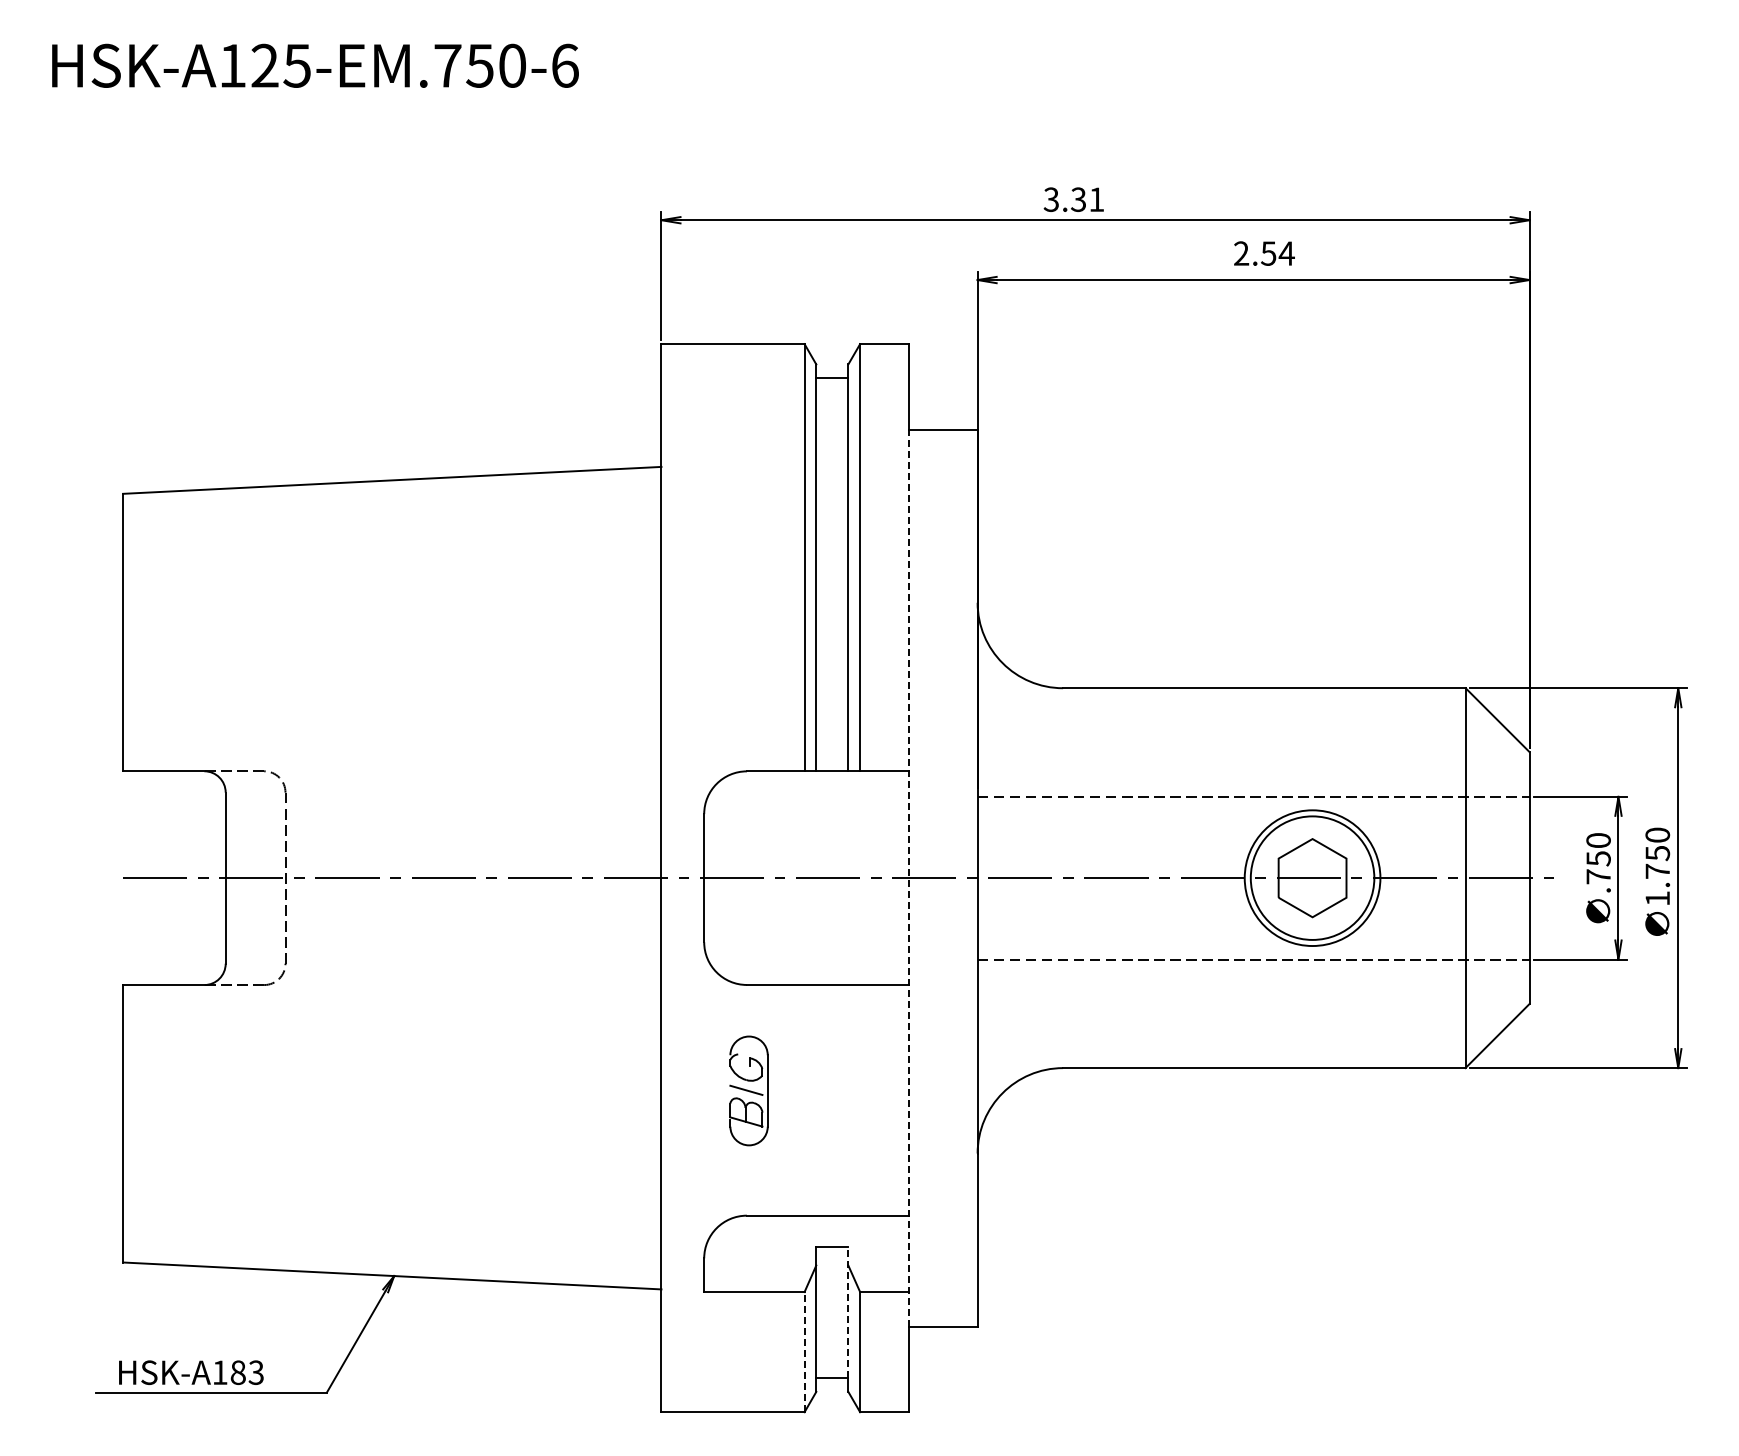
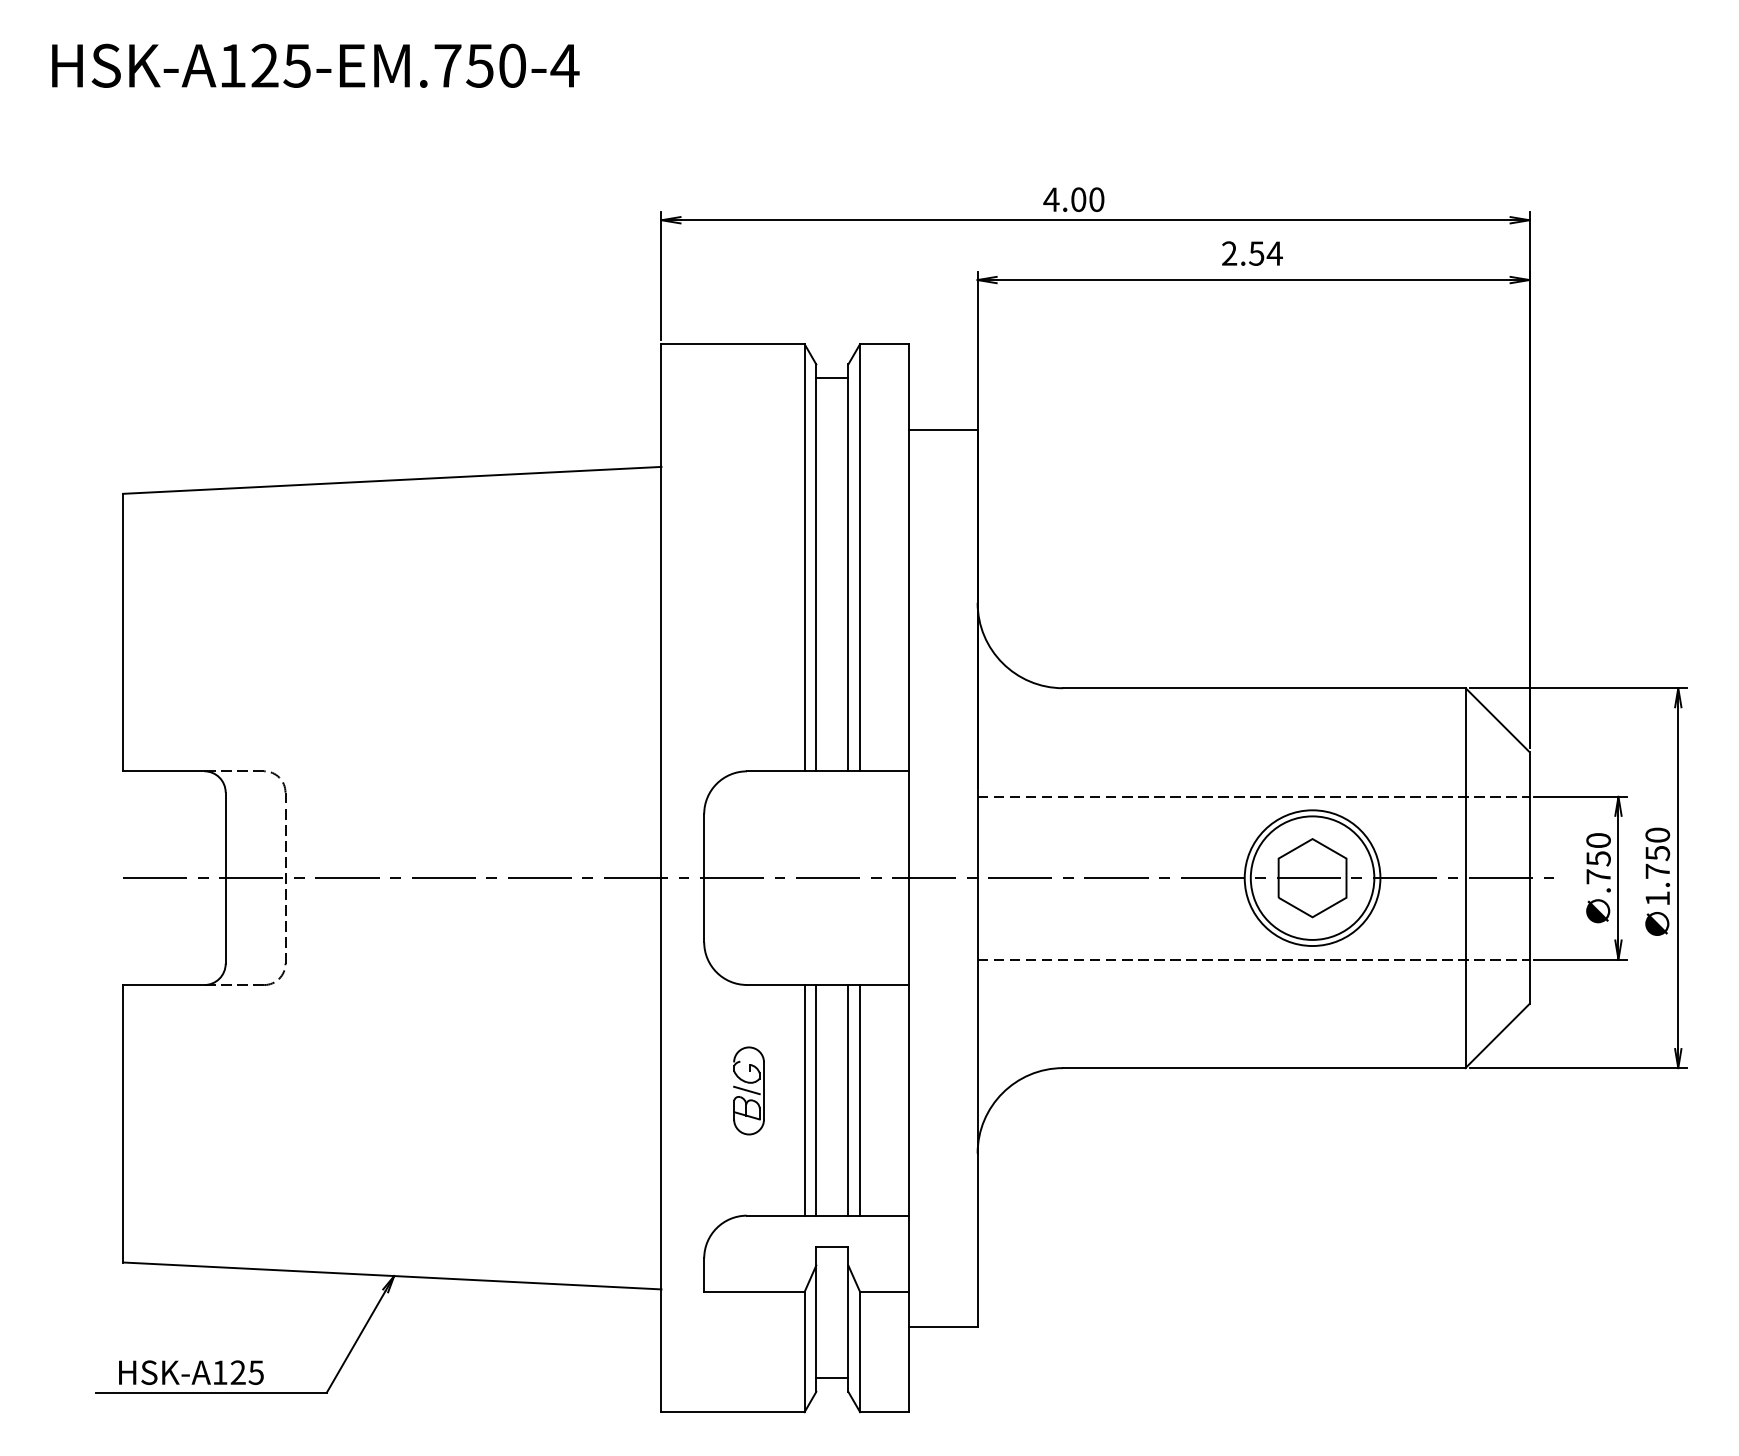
text at (564, 65): HSK-A125-EM.750-6 -> HSK-A125-EM.750-4
text at (1073, 199): 3.31 -> 4.00
text at (1264, 253) position: (1264, 253) -> (1252, 253)
line at (909, 878): dashed -> solid
part at (748, 1090) size: 40x112 px -> 32x90 px
line at (804, 1099): none -> present
line at (816, 1099): none -> present
line at (848, 1099): none -> present
line at (860, 1099): none -> present
line at (848, 1312): dashed -> solid
line at (804, 1351): dashed -> solid
text at (246, 1372): HSK-A183 -> HSK-A125
